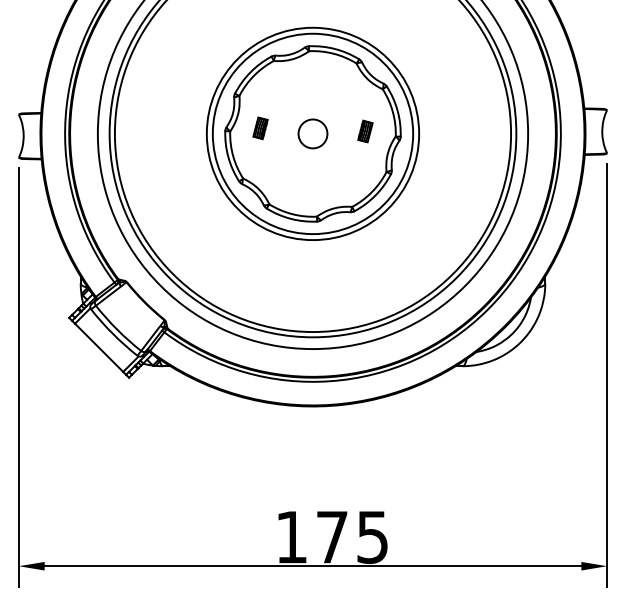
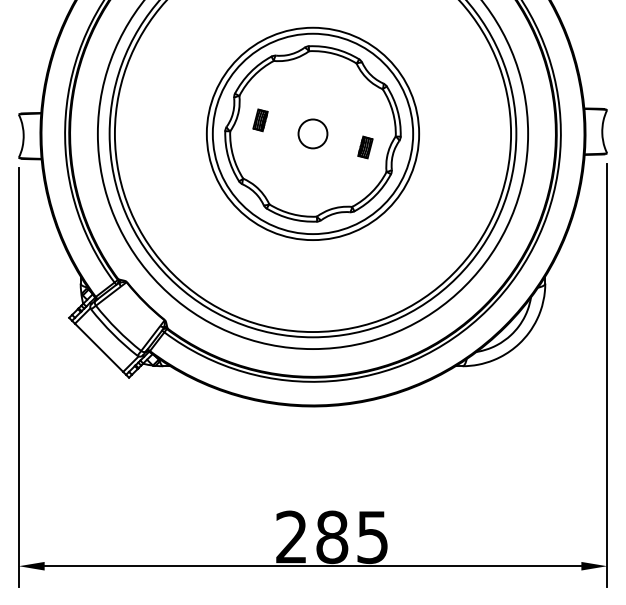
part at (260, 128) position: (260, 128) -> (260, 120)
part at (365, 131) position: (365, 131) -> (365, 147)
text at (312, 537): 175 -> 285
